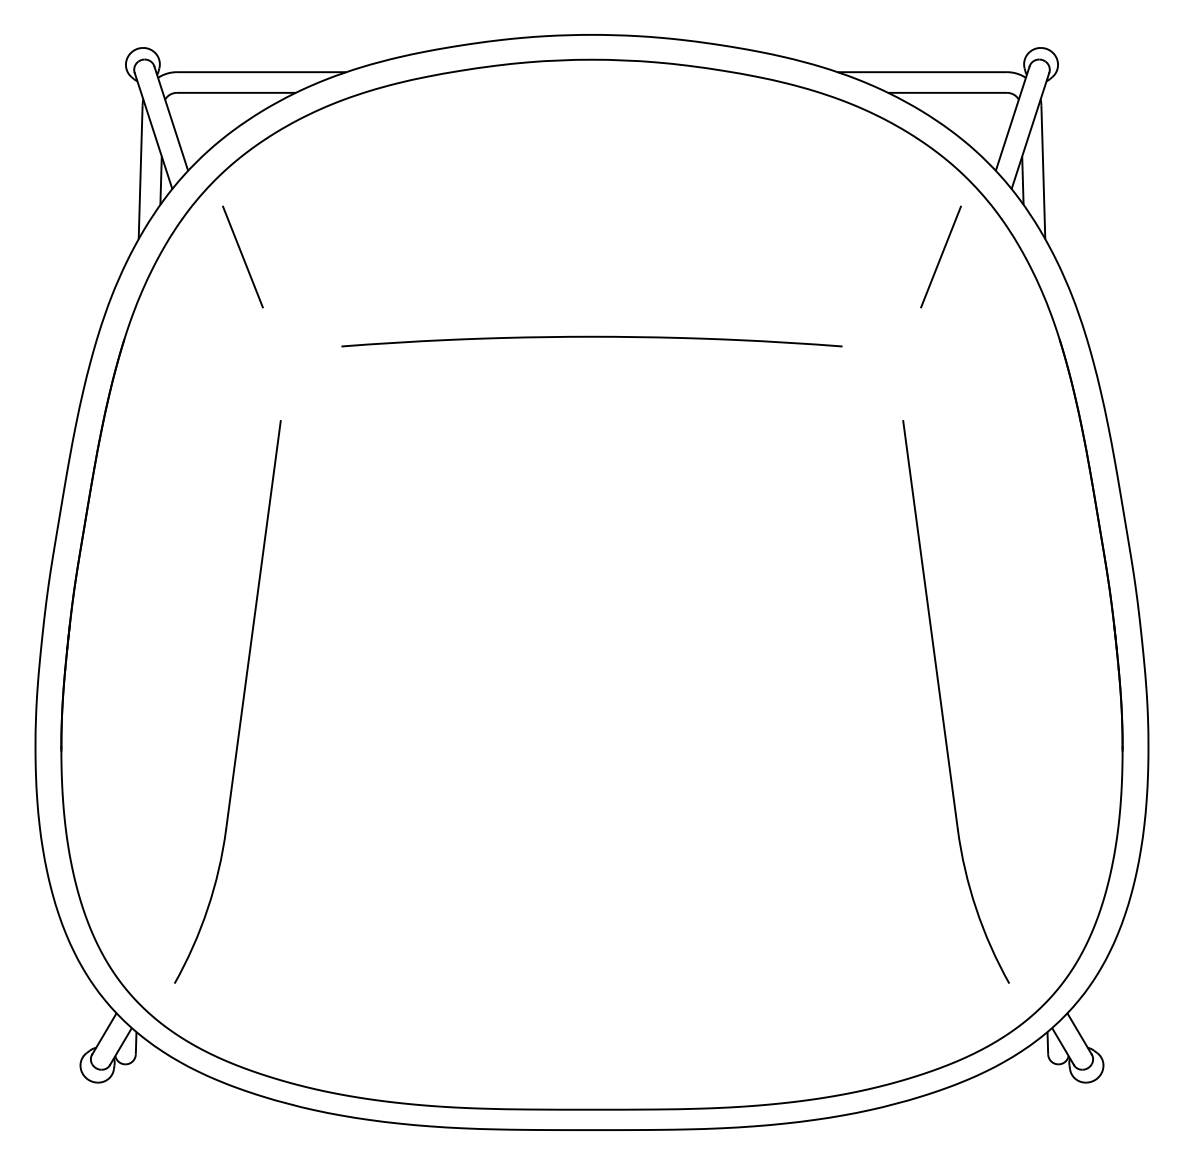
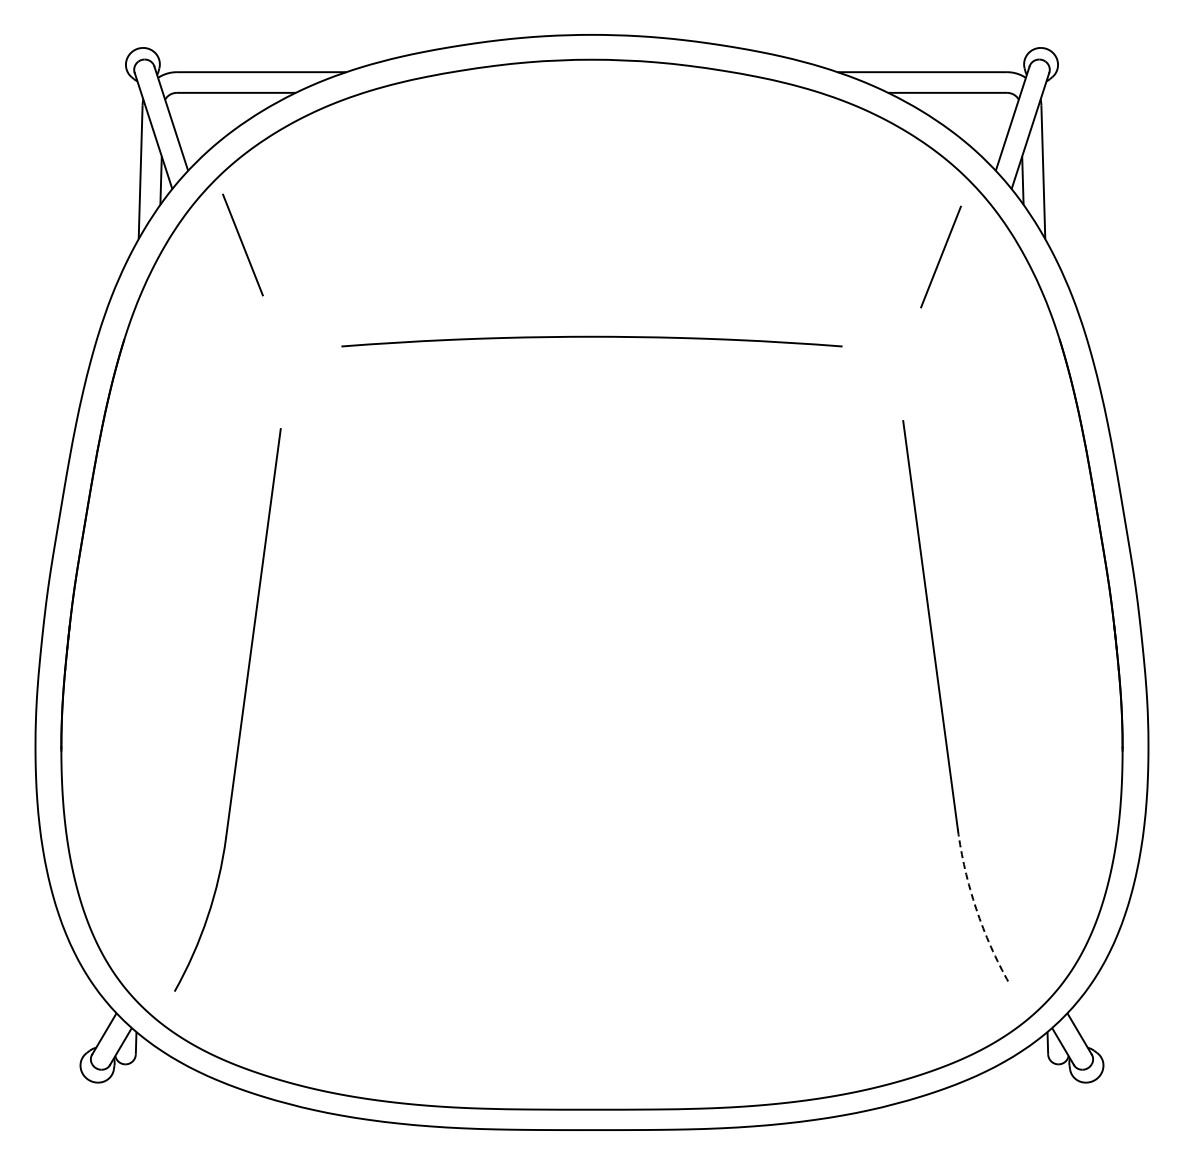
line at (242, 256) position: (242, 256) -> (242, 244)
part at (241, 705) position: (241, 705) -> (241, 713)
arc at (976, 909): solid -> dashed
